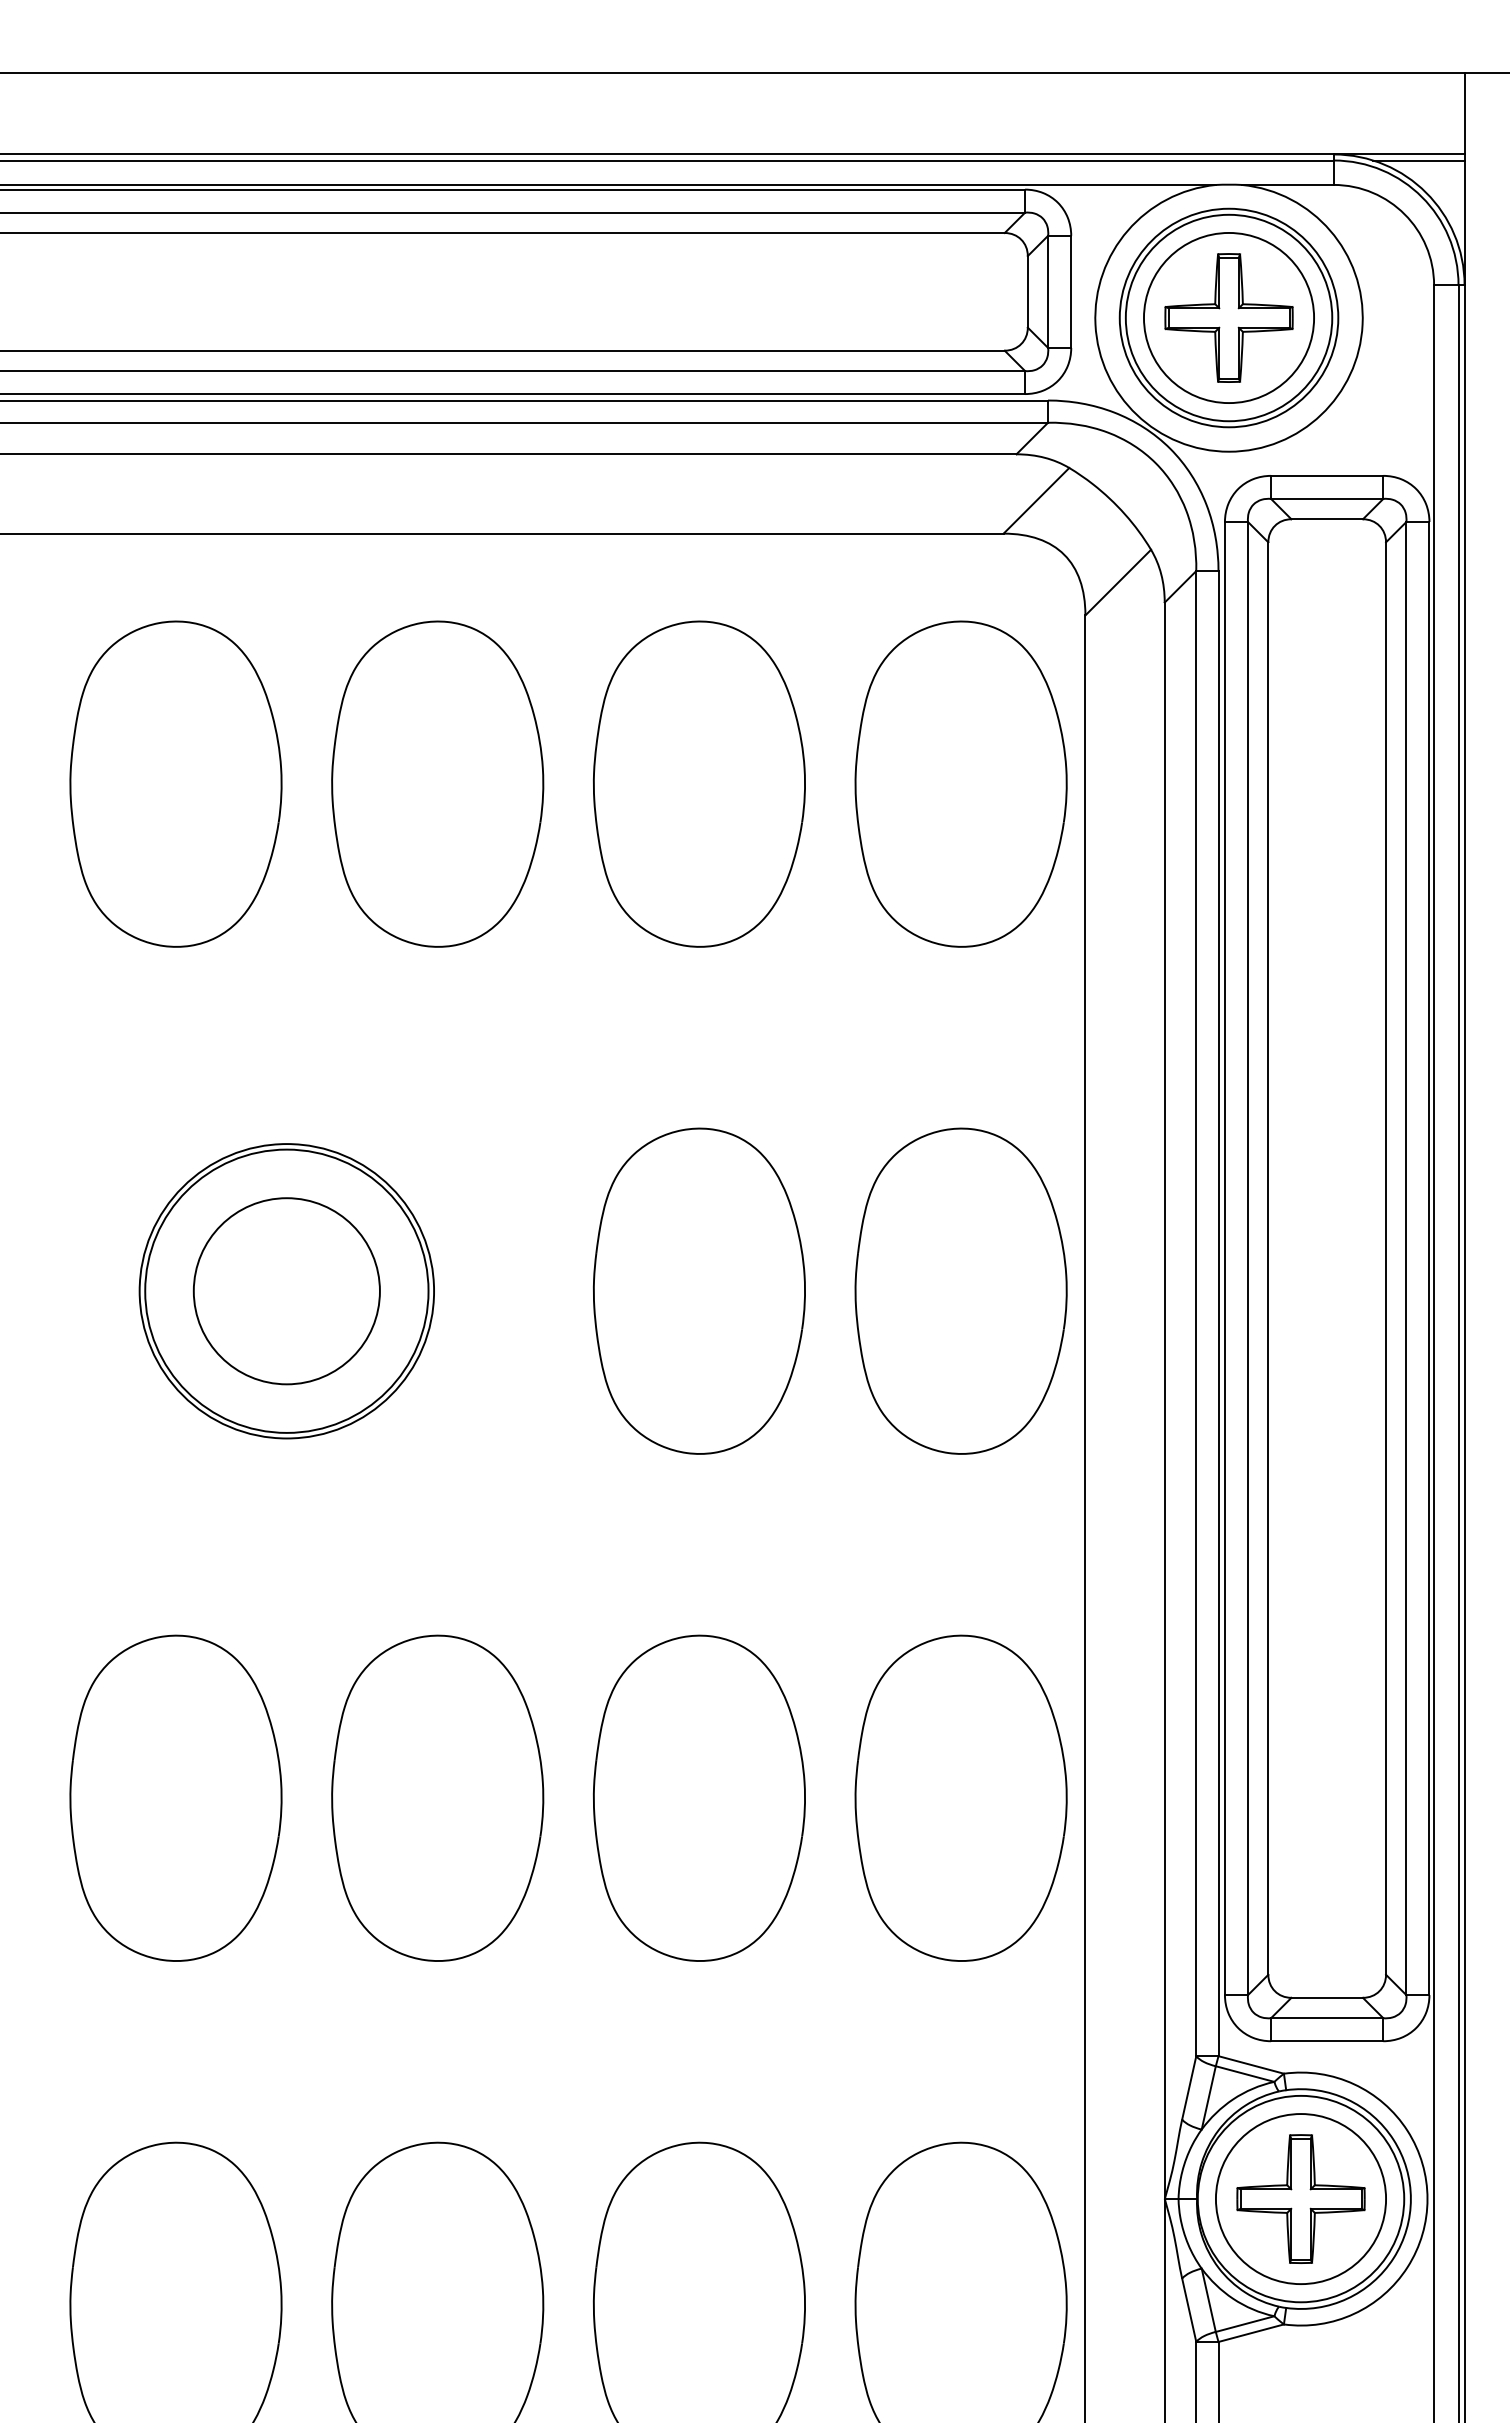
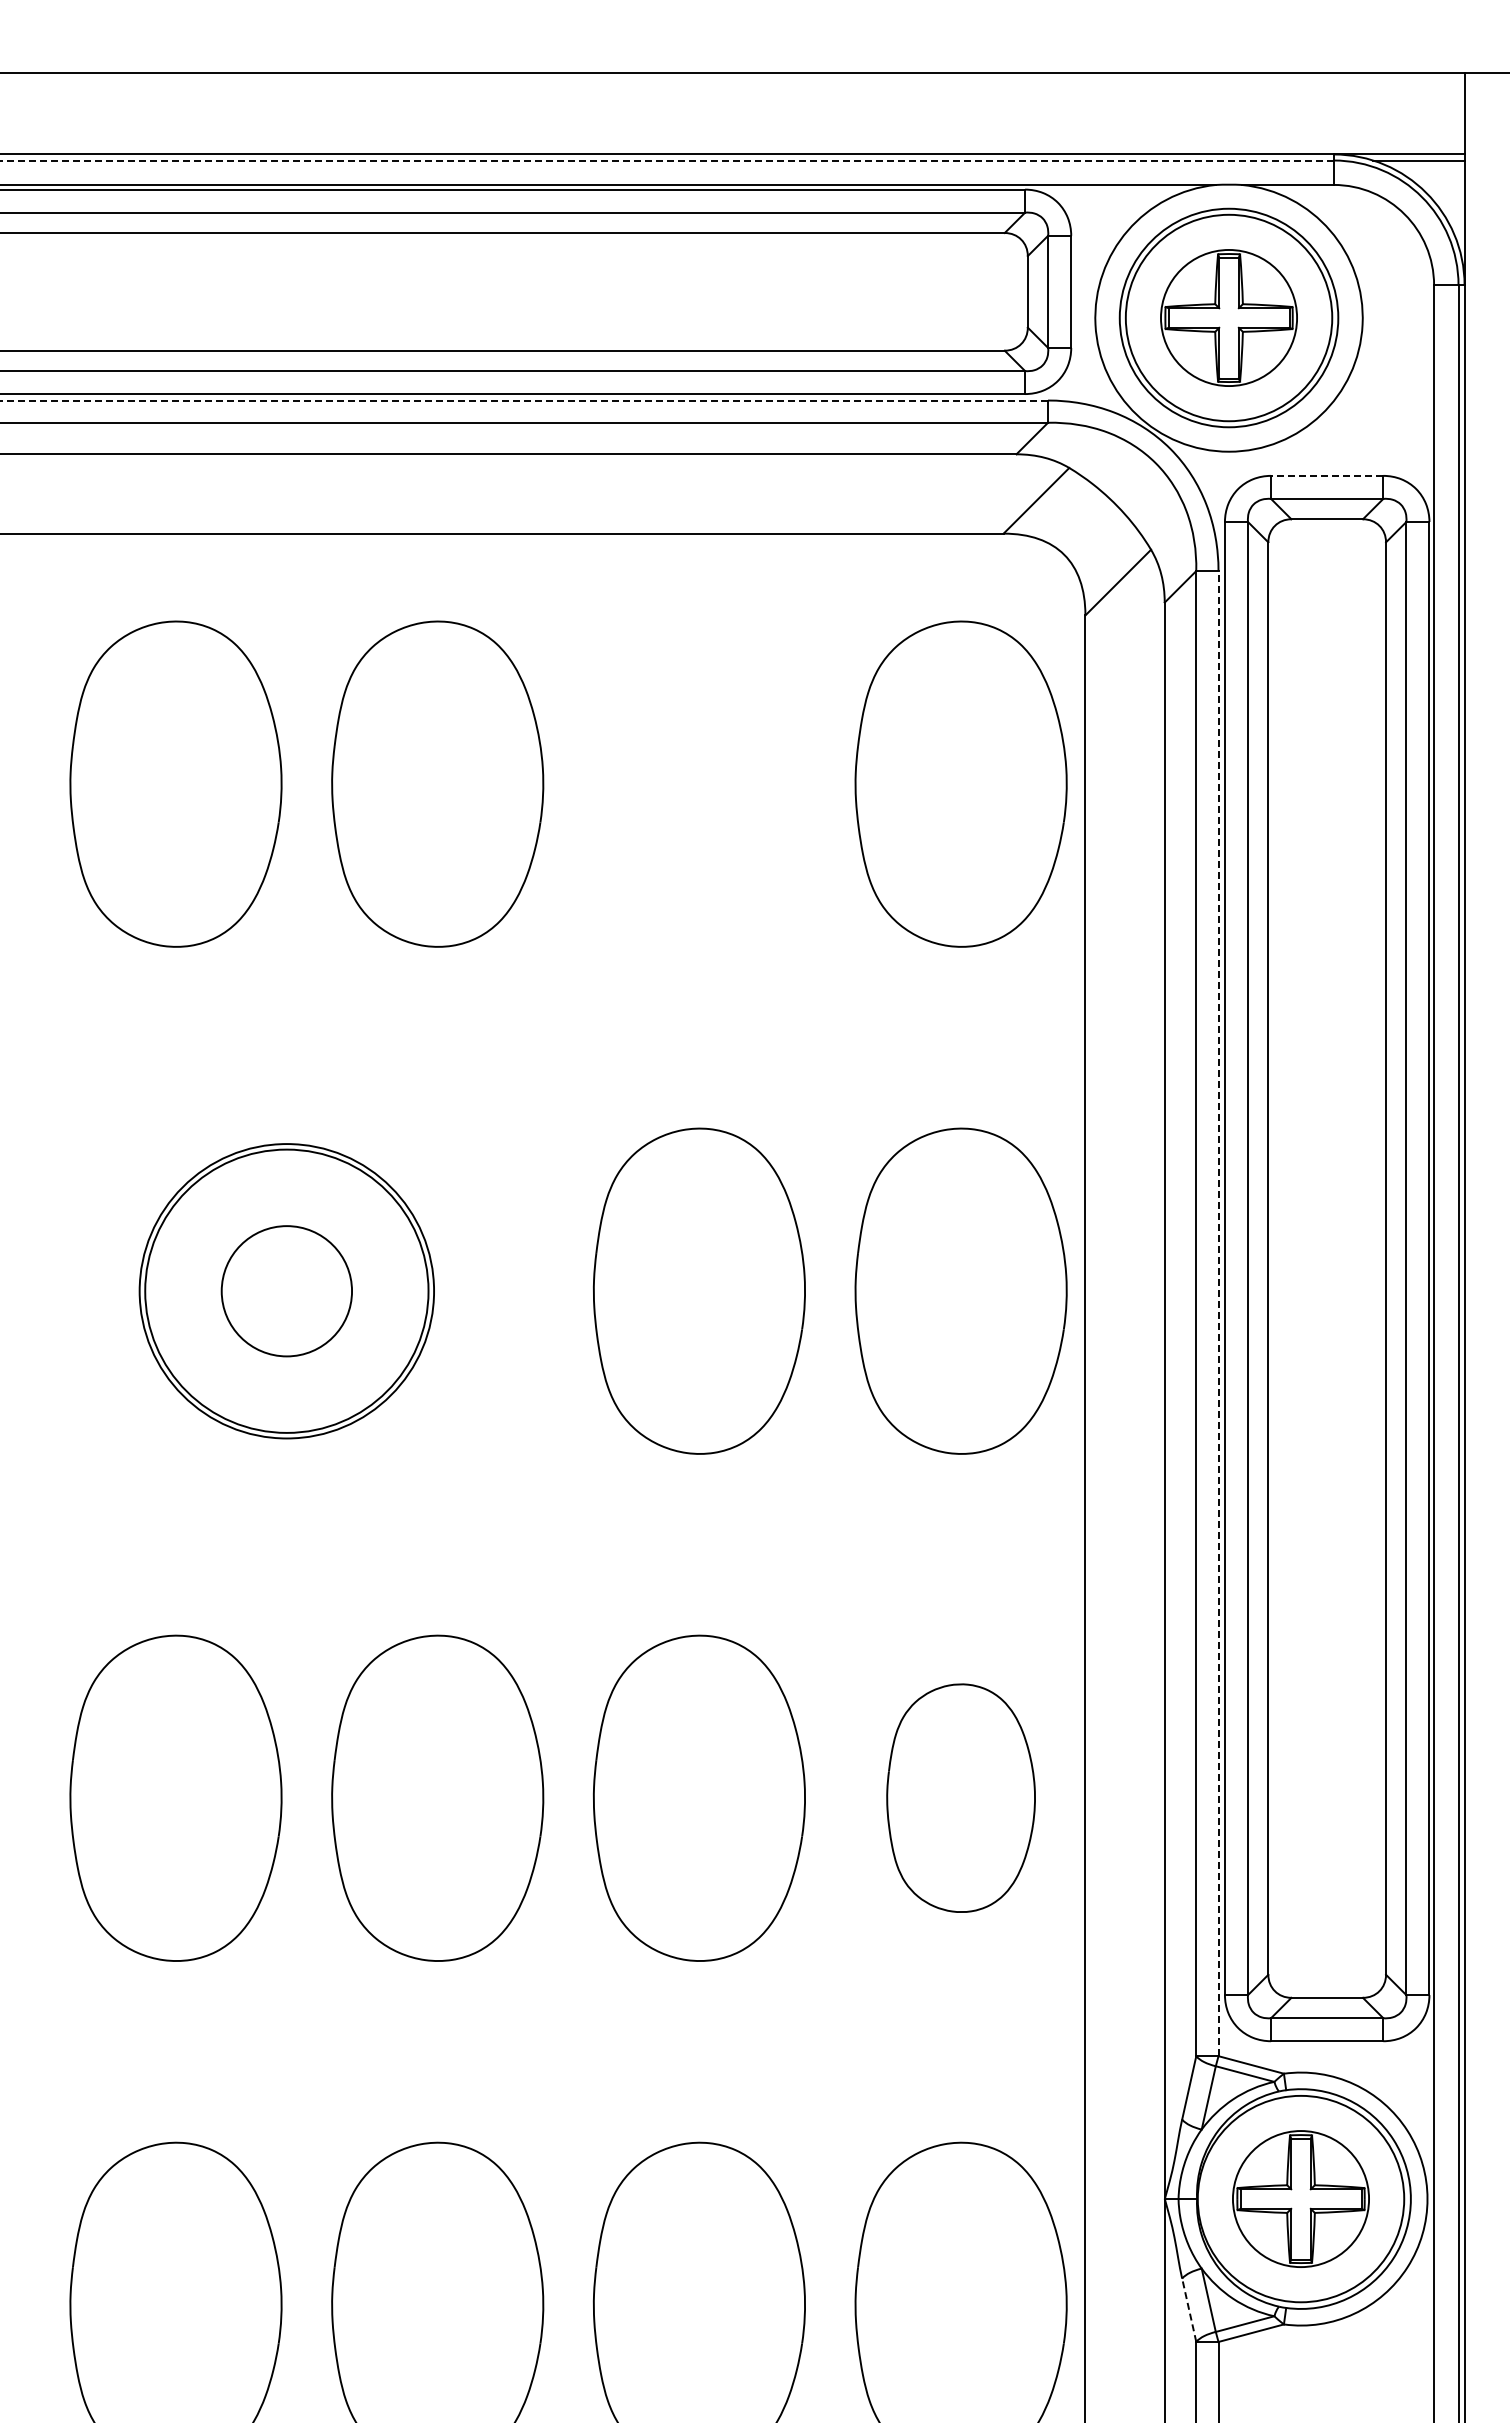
line at (666, 160): solid -> dashed
circle at (1228, 317) diameter: 170 px -> 136 px
line at (524, 400): solid -> dashed
line at (1326, 475): solid -> dashed
part at (699, 783): present -> none
circle at (286, 1291) diameter: 186 px -> 130 px
line at (1218, 1313): solid -> dashed
part at (960, 1797) size: 214x328 px -> 150x230 px
circle at (1300, 2199) diameter: 170 px -> 136 px
line at (1189, 2309): solid -> dashed
